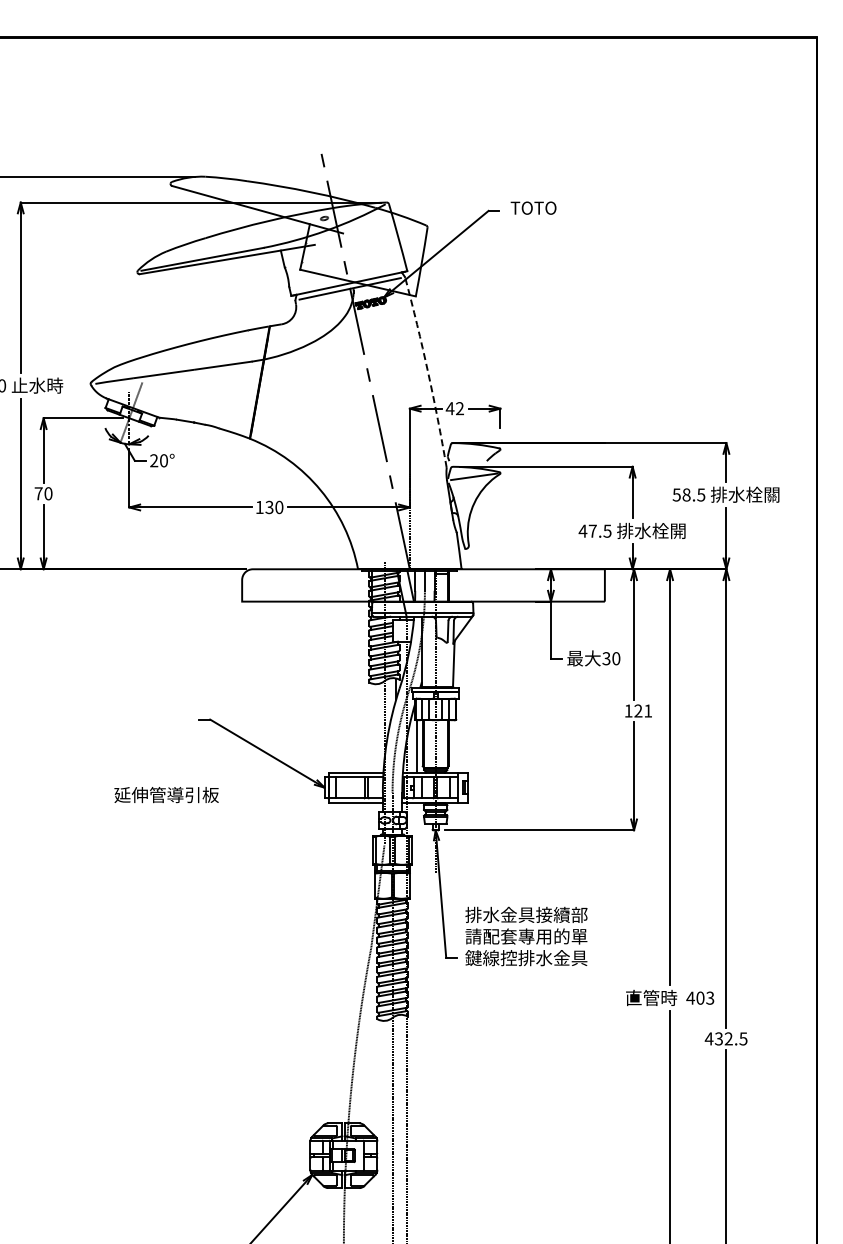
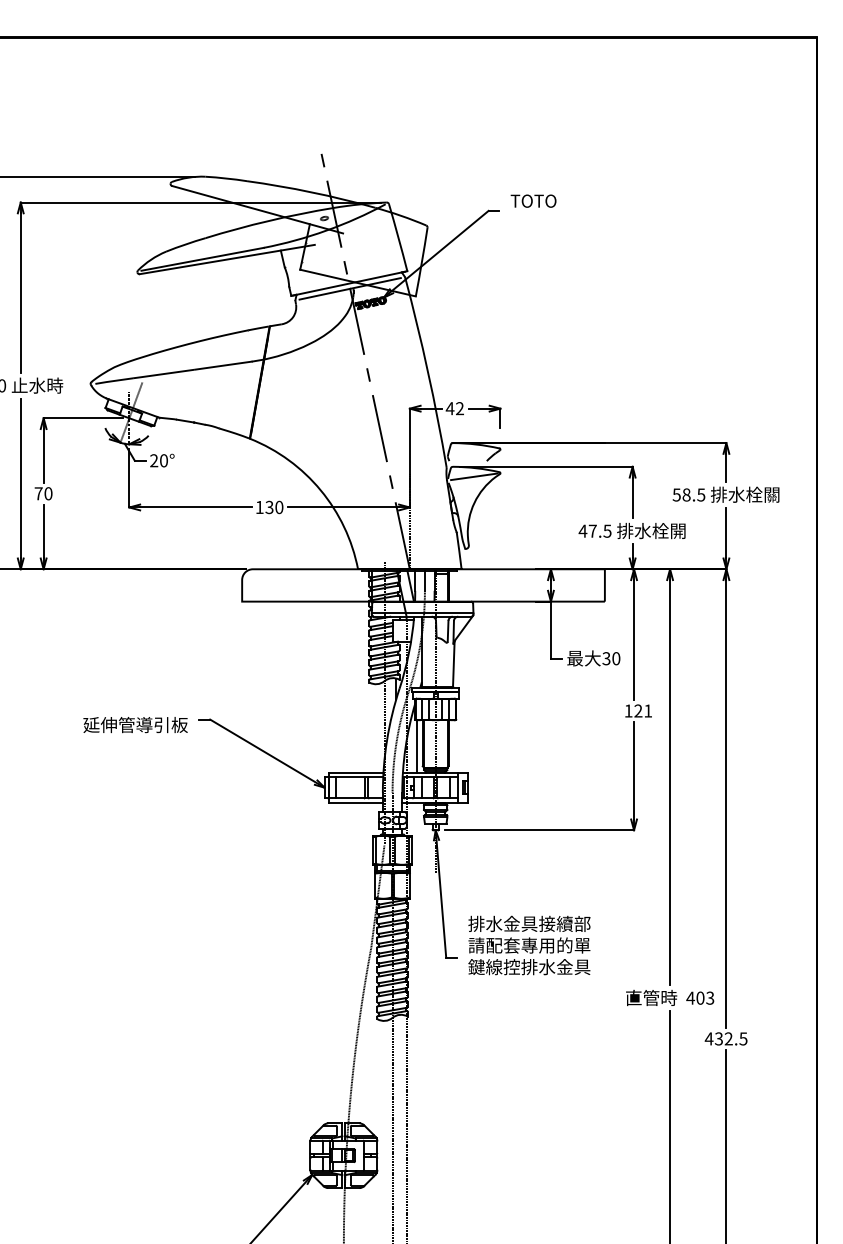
text at (533, 207) position: (533, 207) -> (533, 200)
arc at (428, 372): dashed -> solid
text at (166, 795) position: (166, 795) -> (135, 725)
text at (526, 936) position: (526, 936) -> (529, 945)
